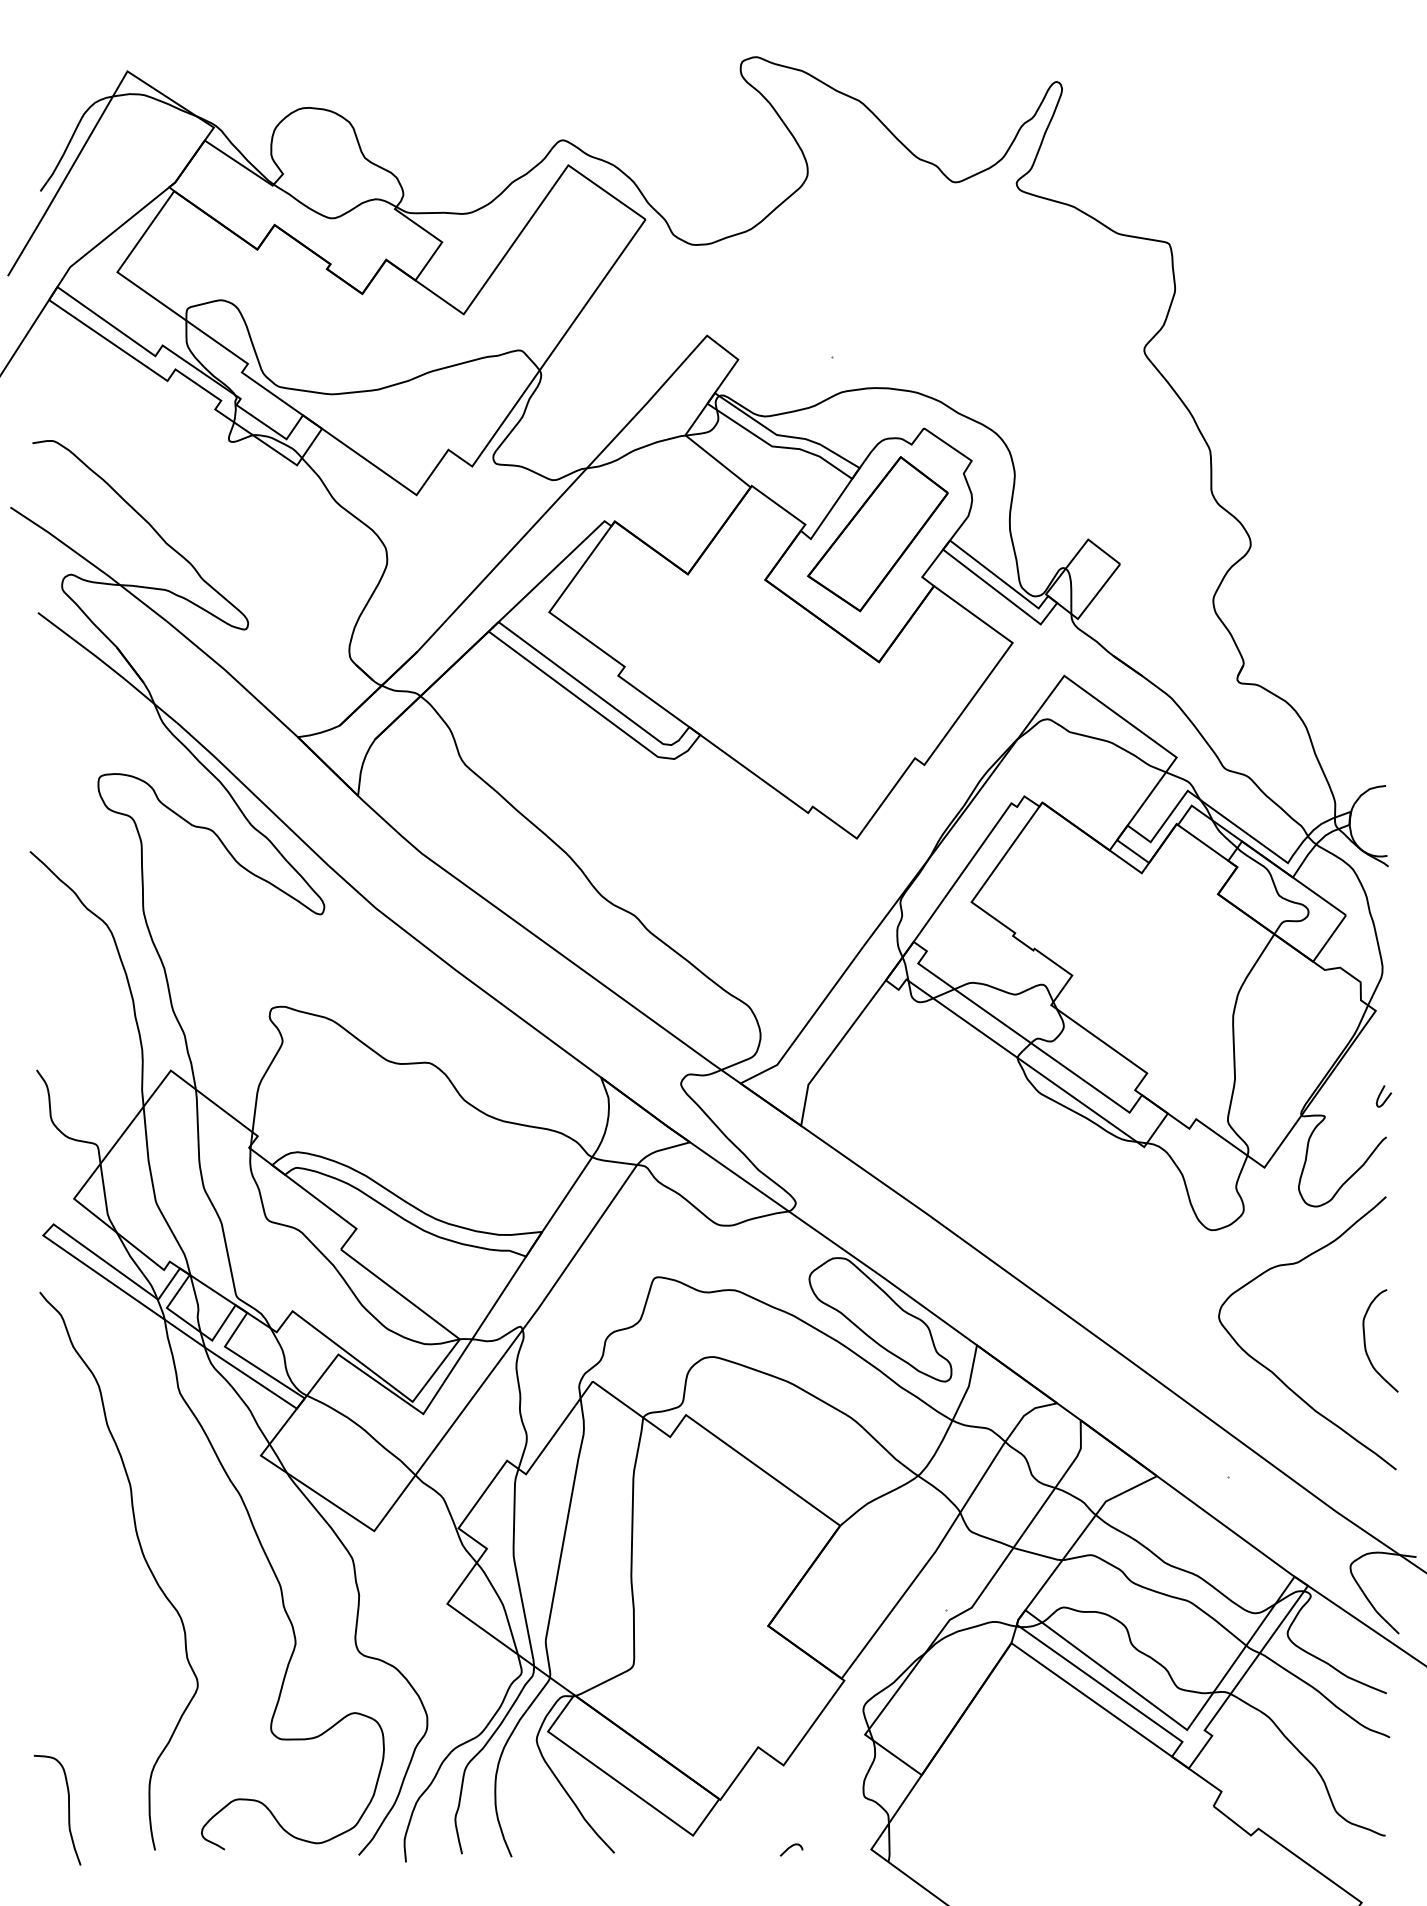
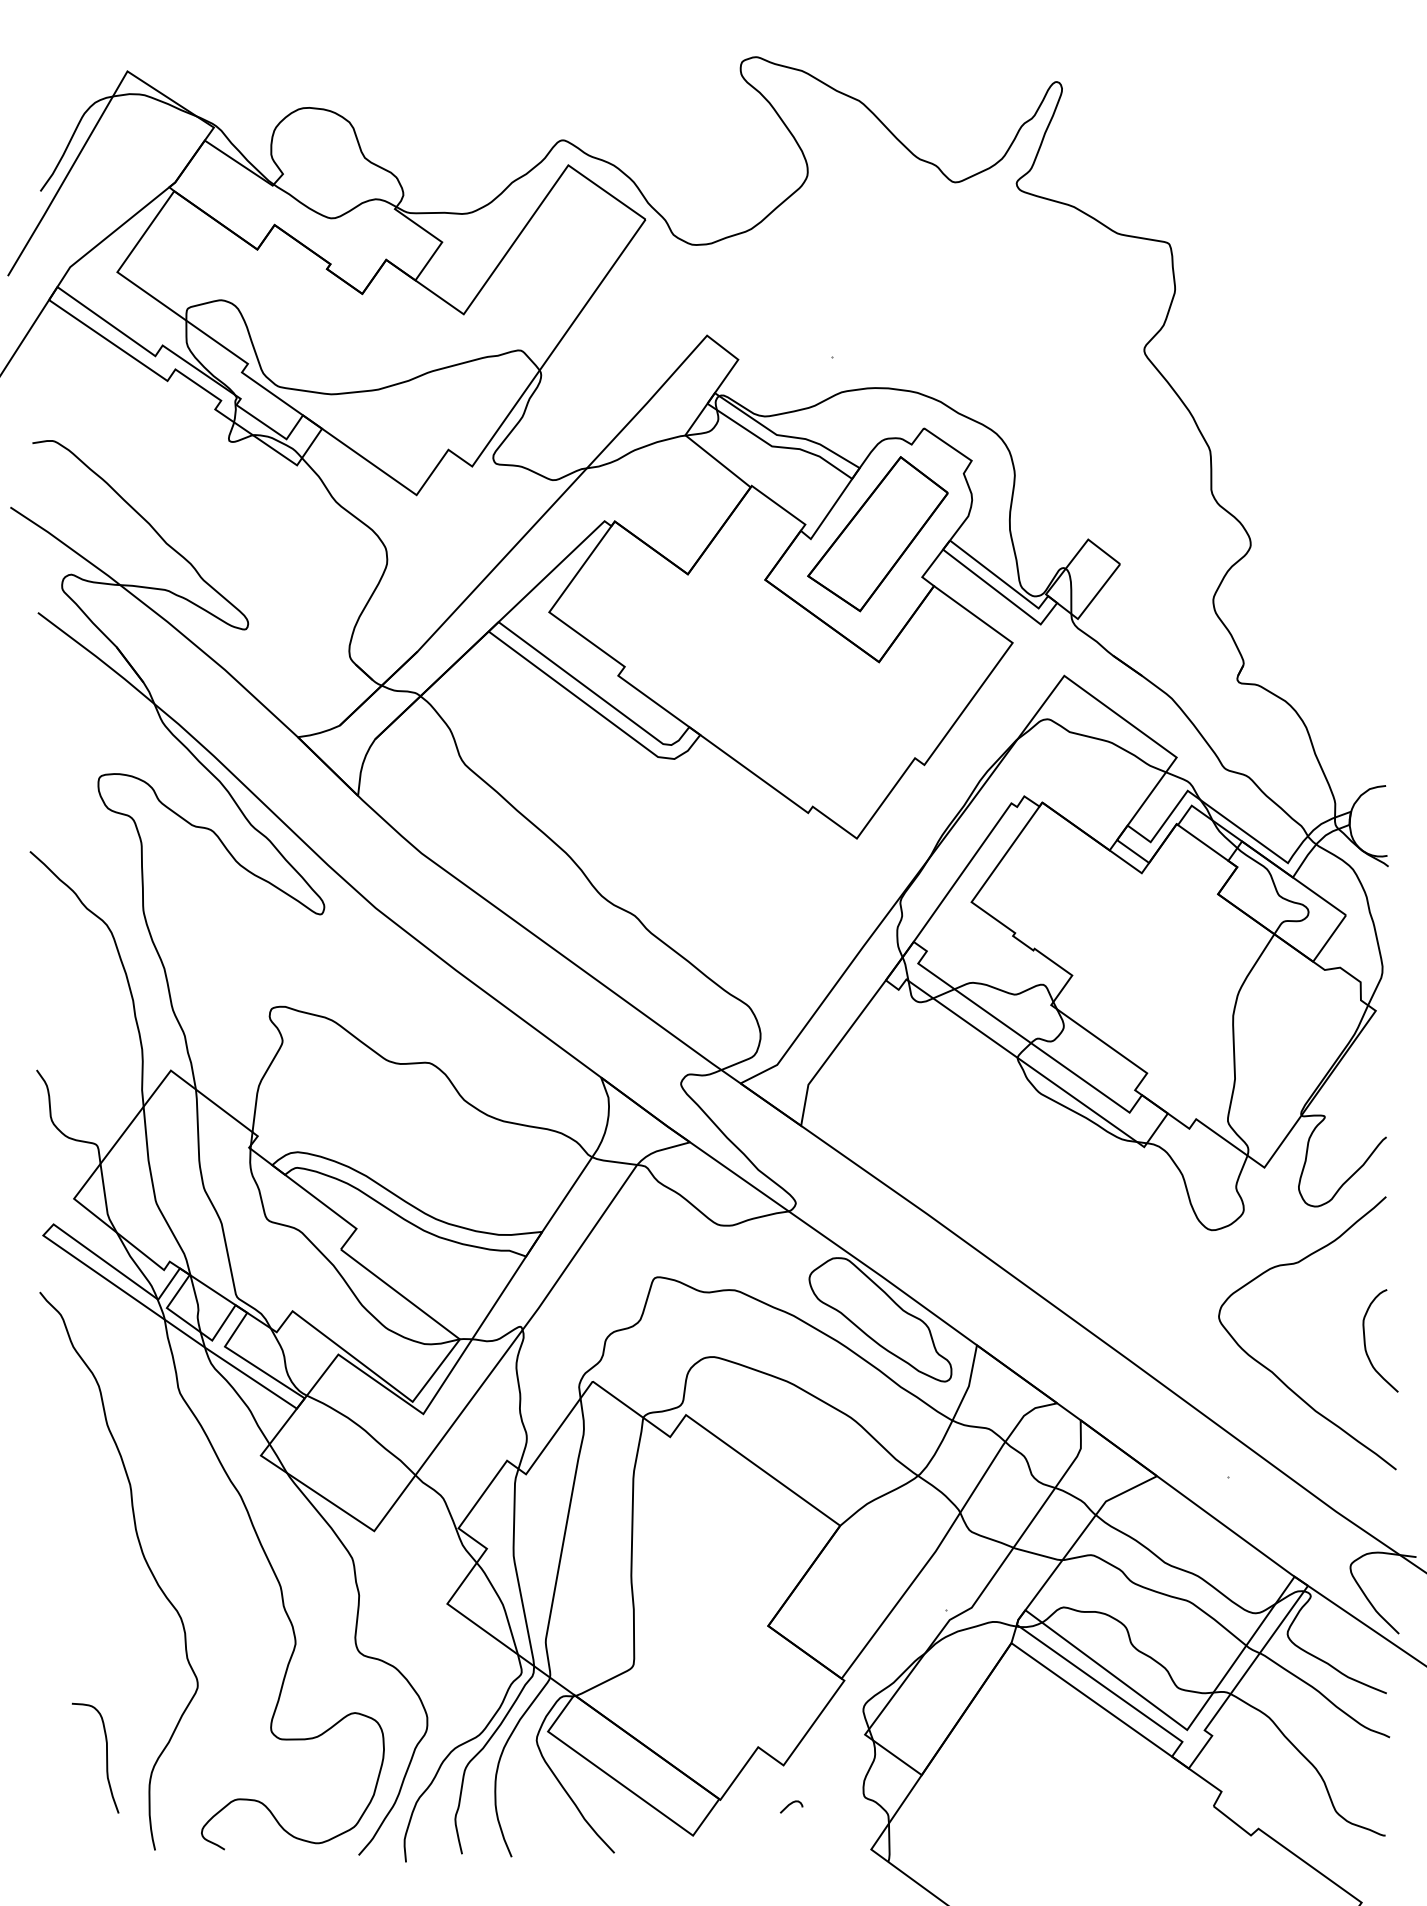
curve at (1380, 1095): present -> none
curve at (68, 1809) position: (68, 1809) -> (106, 1757)
curve at (790, 1848) position: (790, 1848) -> (790, 1805)
